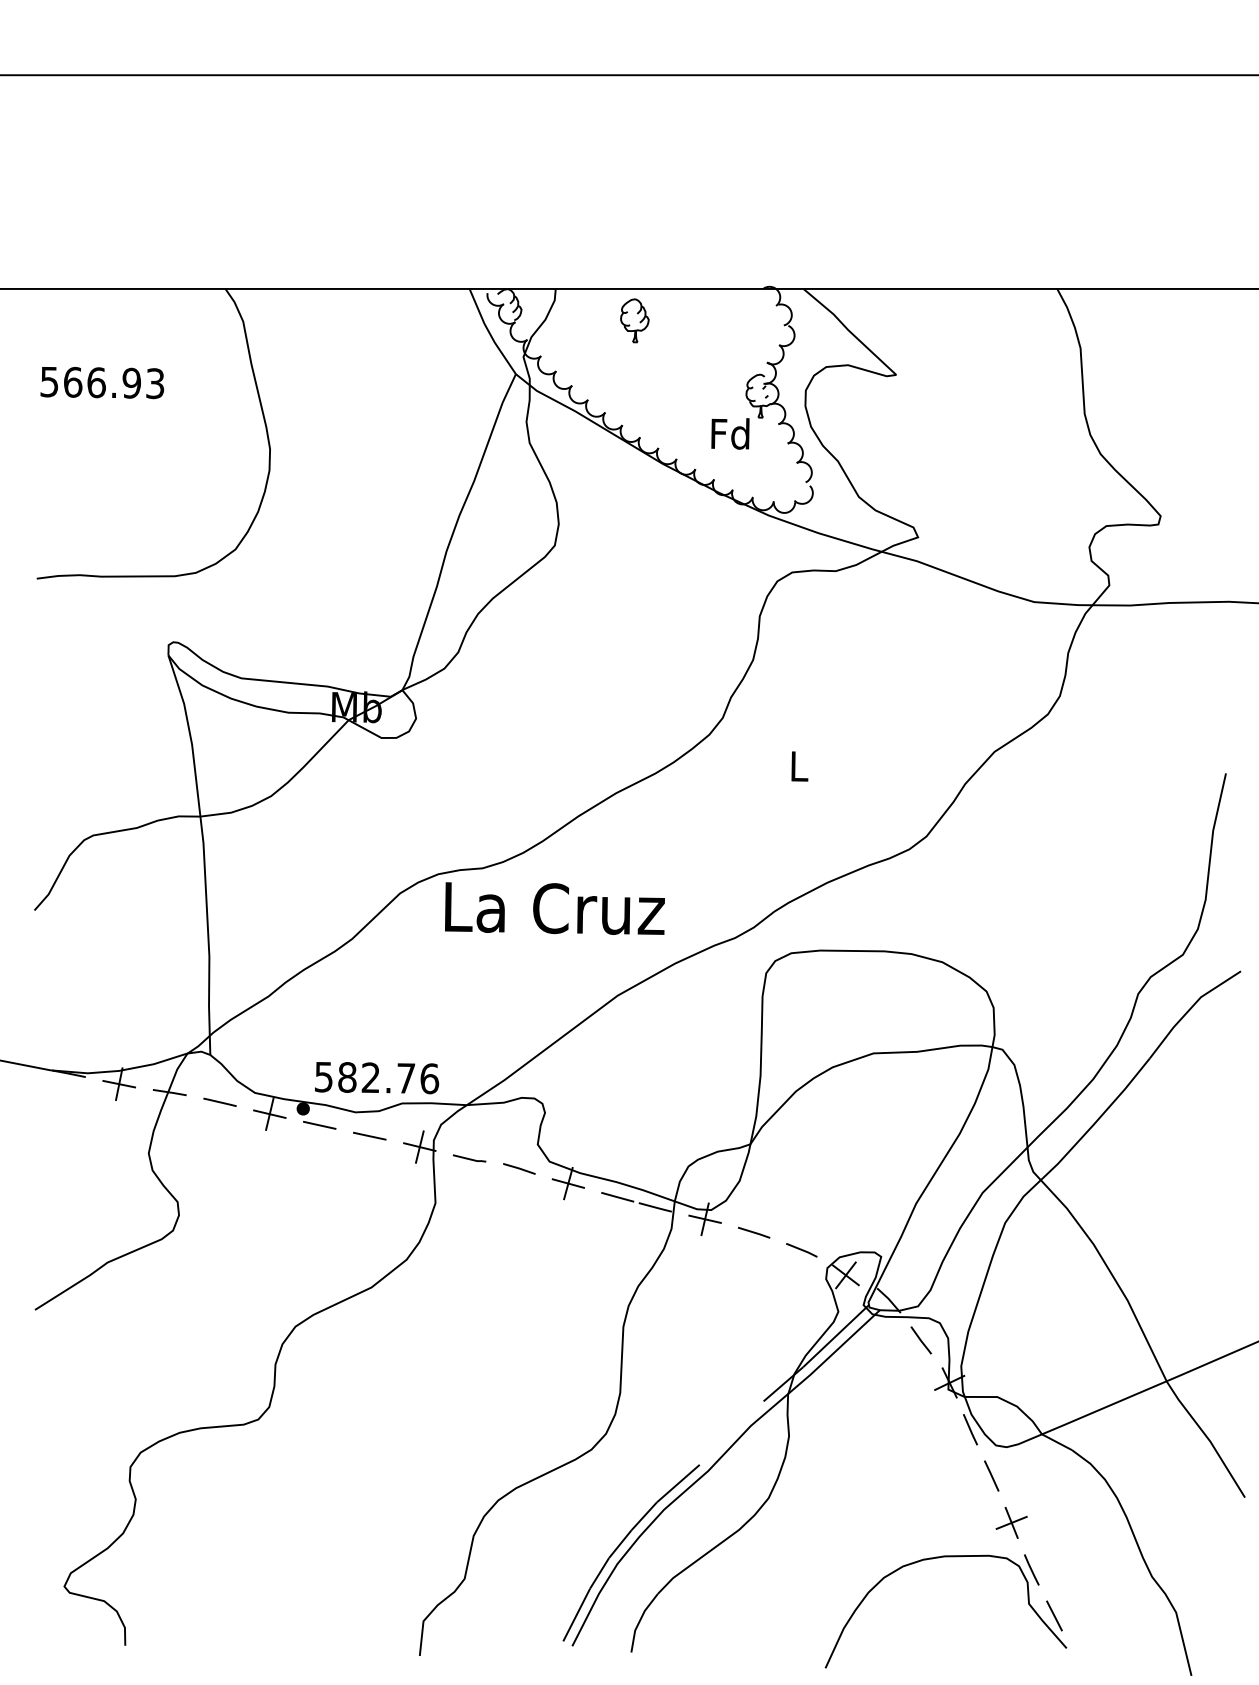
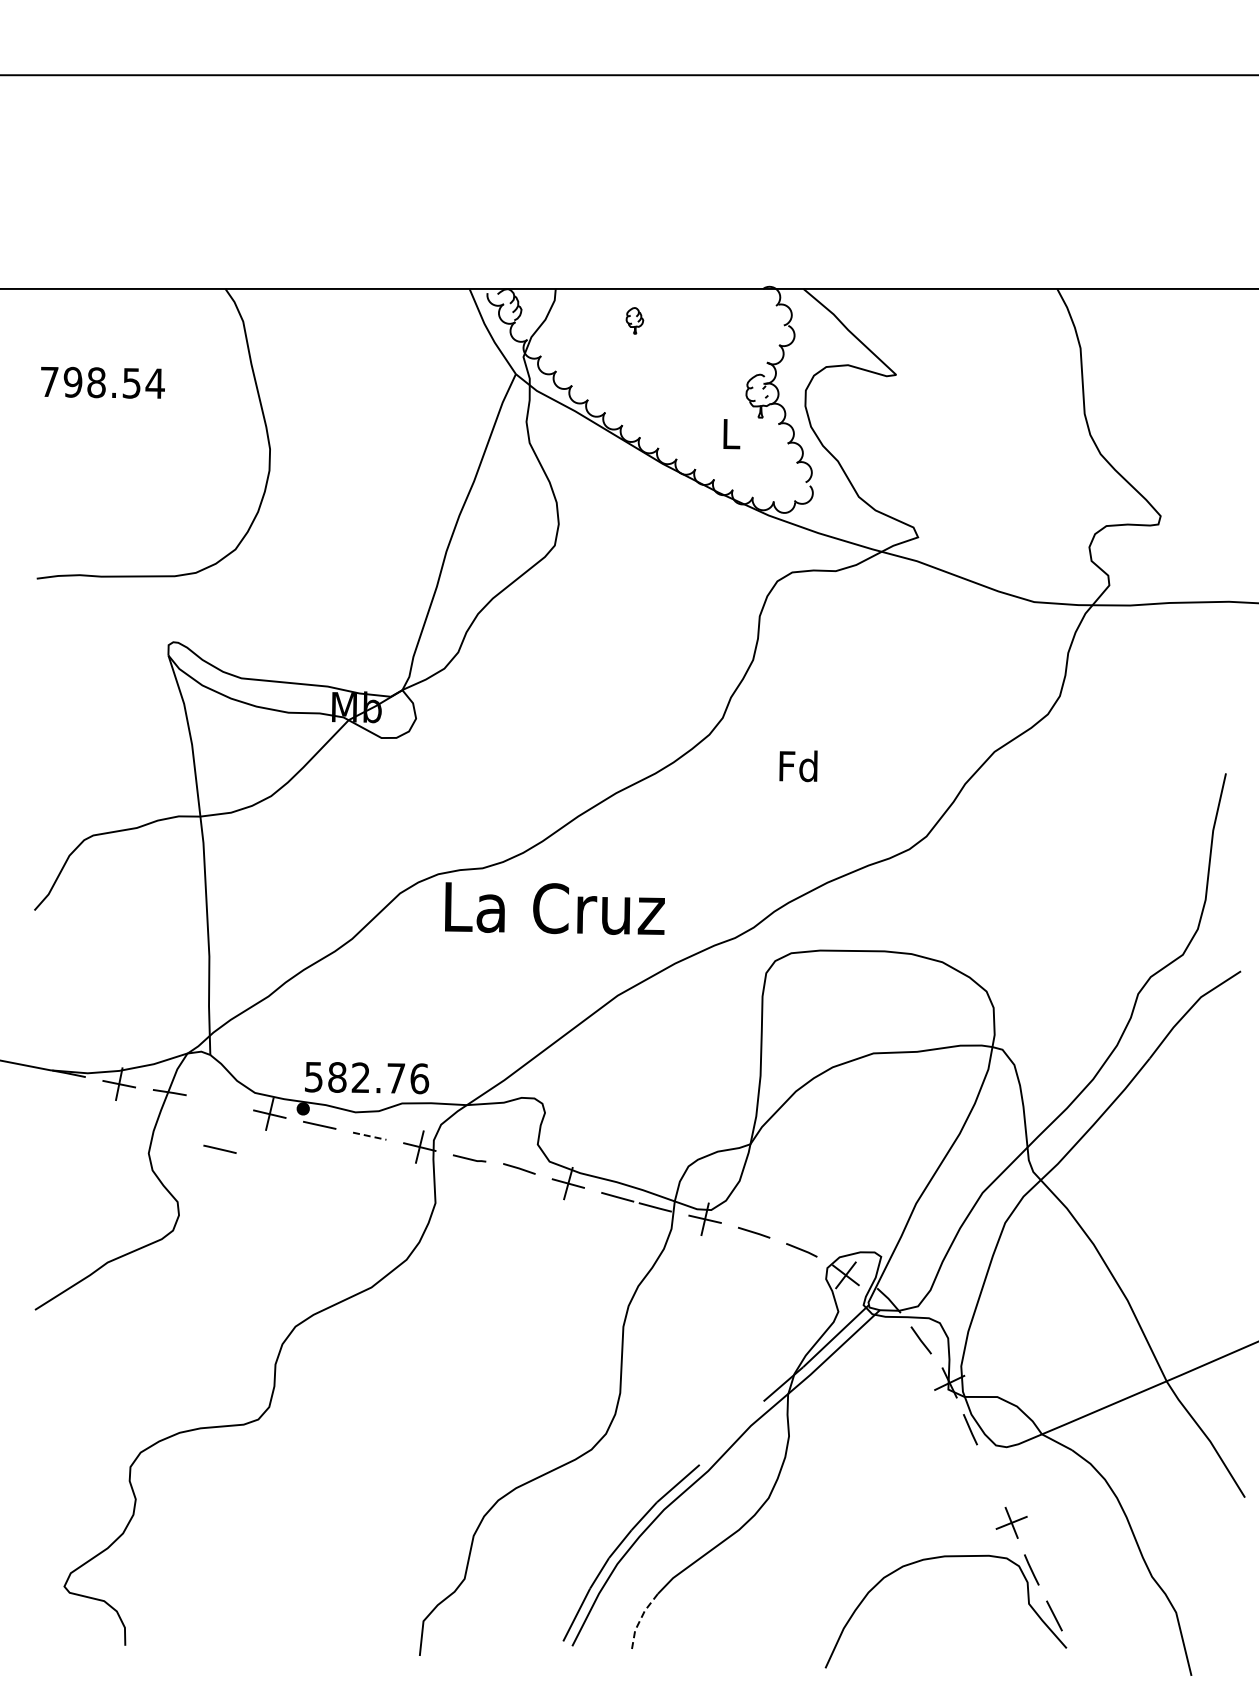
part at (634, 320) size: 30x46 px -> 20x28 px
text at (102, 382): 566.93 -> 798.54
text at (730, 433): Fd -> L
text at (798, 766): L -> Fd
text at (377, 1078) position: (377, 1078) -> (367, 1078)
line at (219, 1101) position: (219, 1101) -> (219, 1148)
line at (370, 1136): solid -> dashed
line at (991, 1475): present -> none
line at (639, 1621): solid -> dashed
